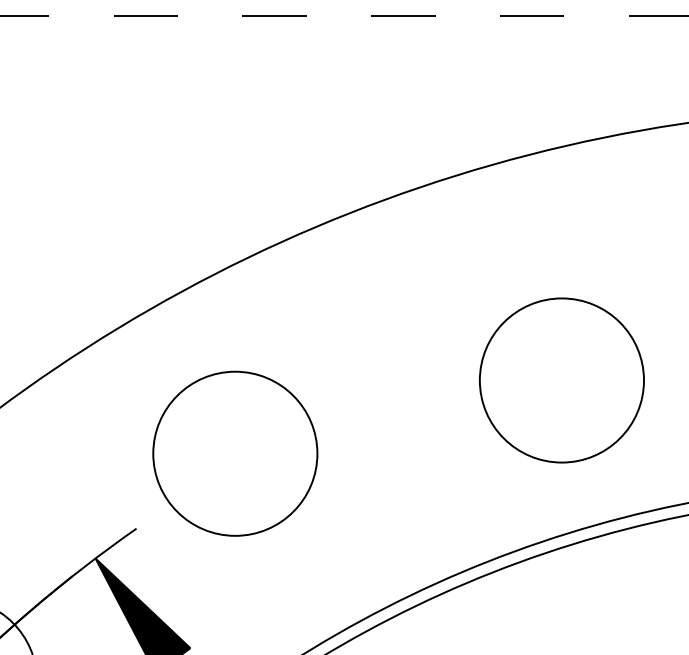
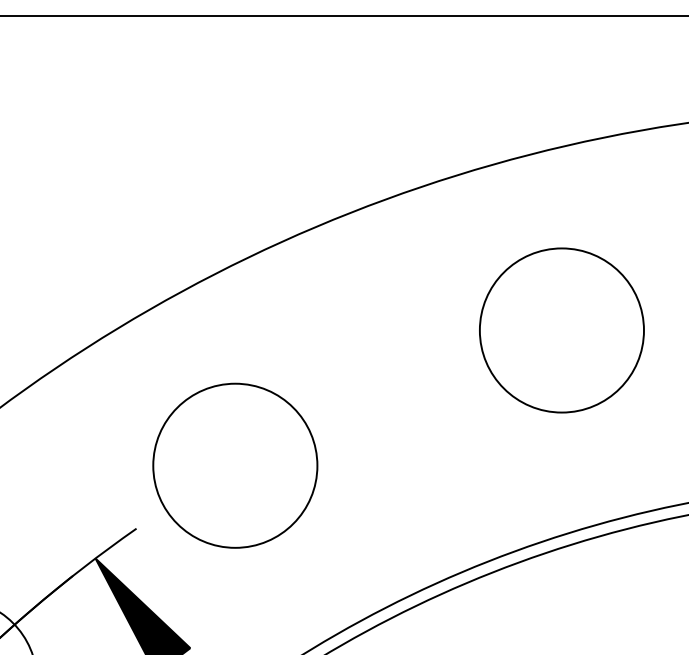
line at (345, 16): dashed -> solid
circle at (561, 380) position: (561, 380) -> (561, 330)
circle at (235, 453) position: (235, 453) -> (235, 465)
